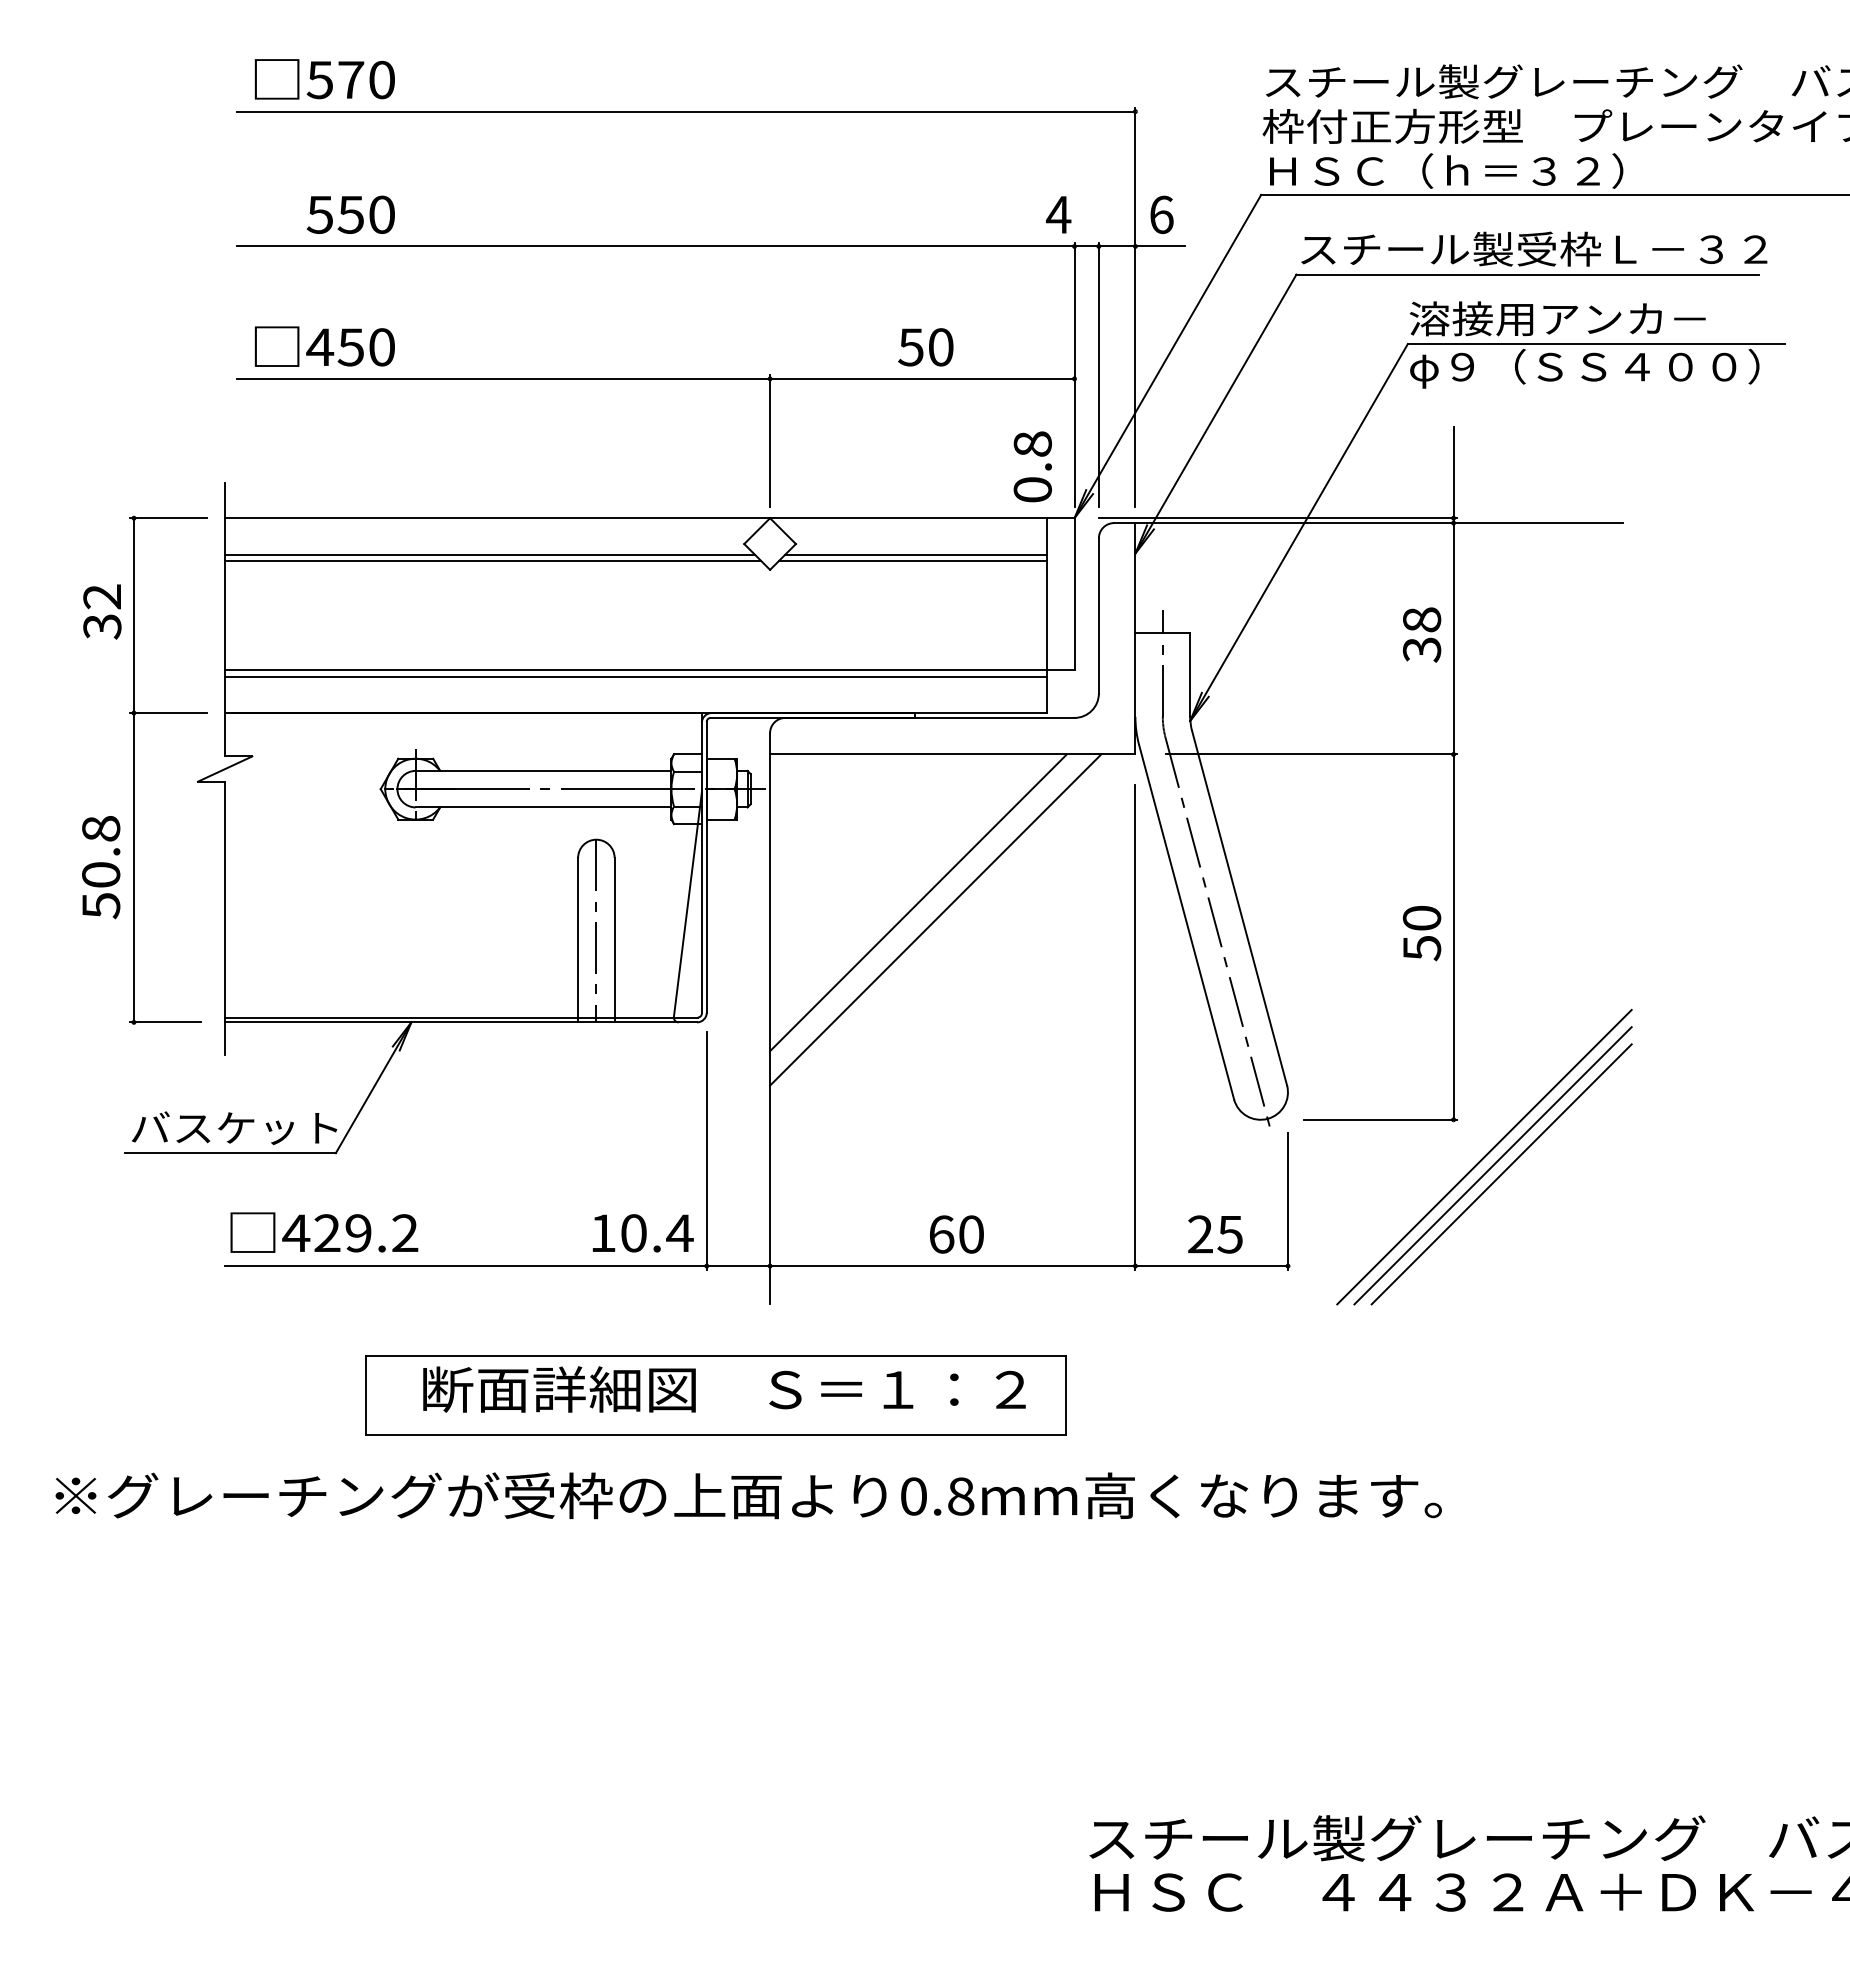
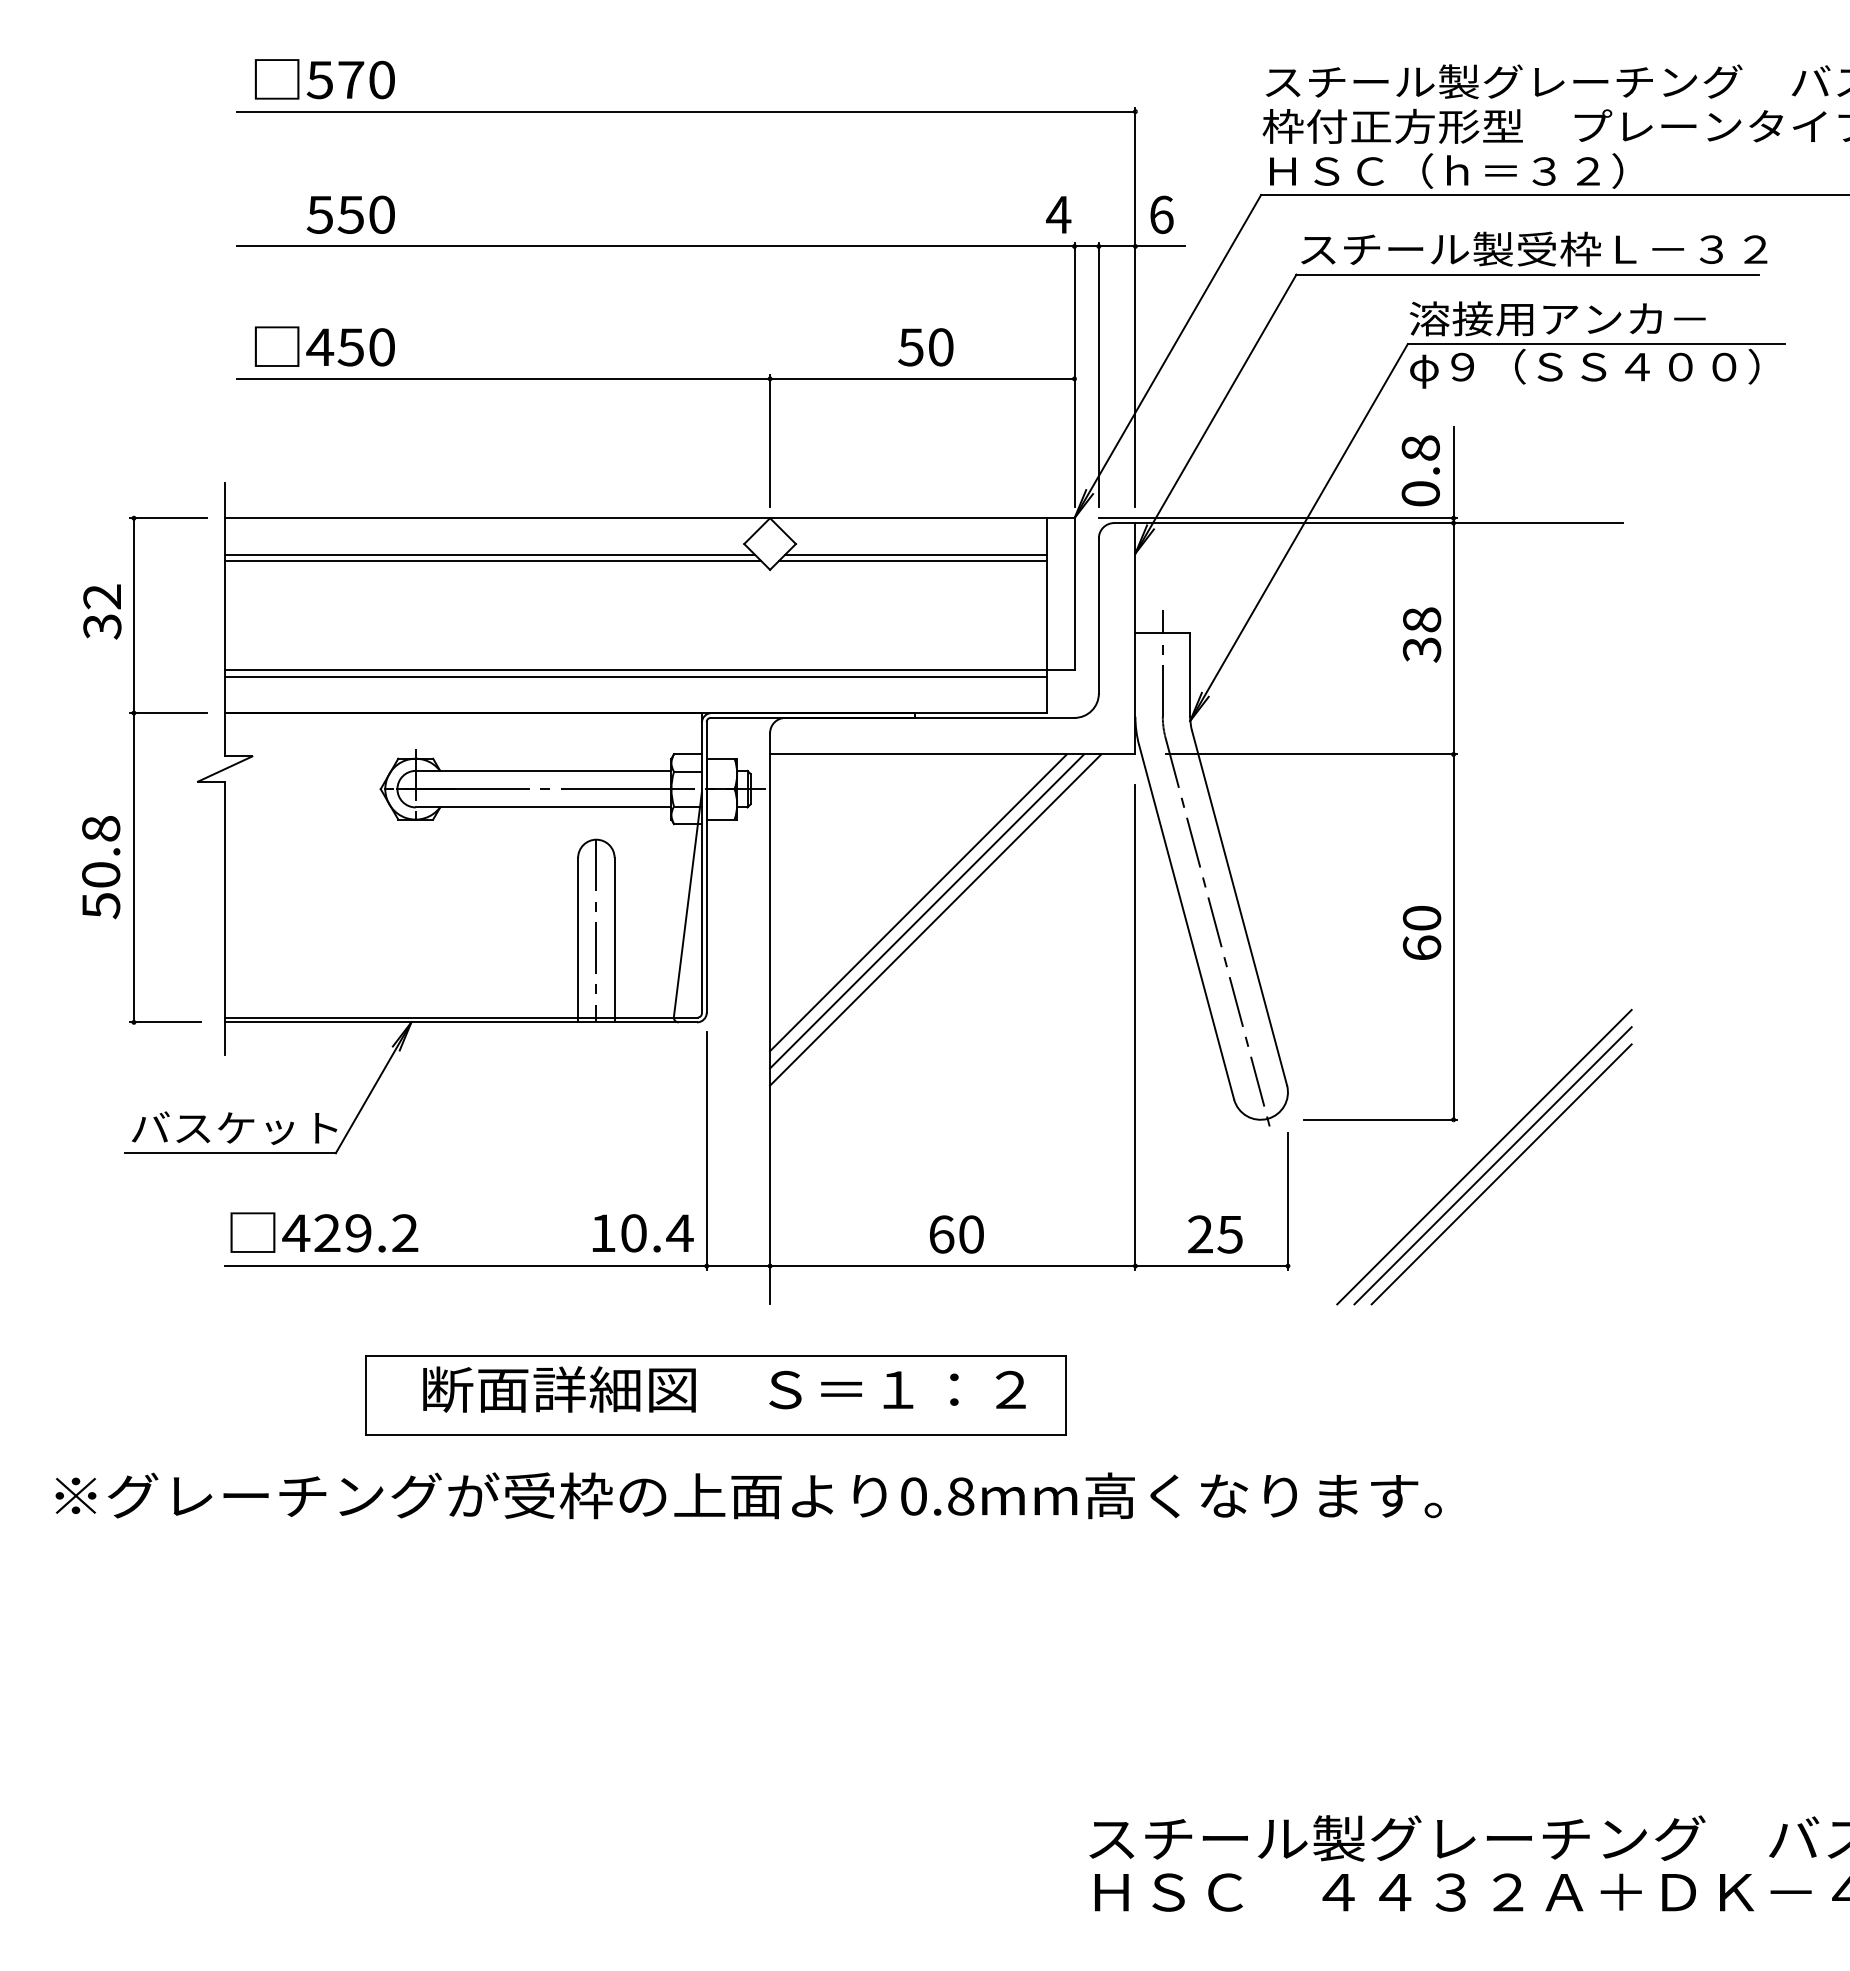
text at (1032, 466) position: (1032, 466) -> (1420, 470)
line at (927, 911): none -> present
text at (1421, 948): 50 -> 60
